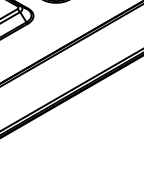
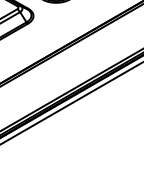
line at (71, 103): none -> present
